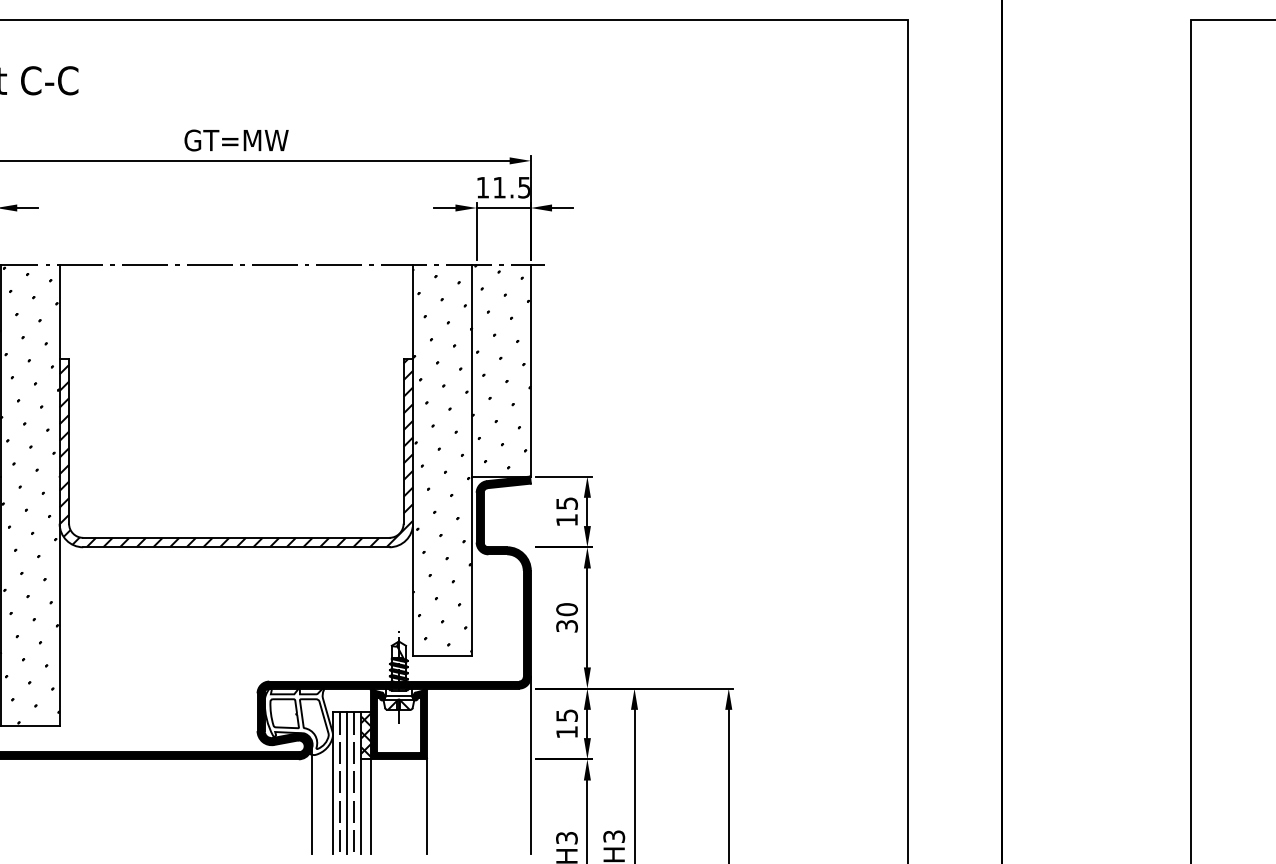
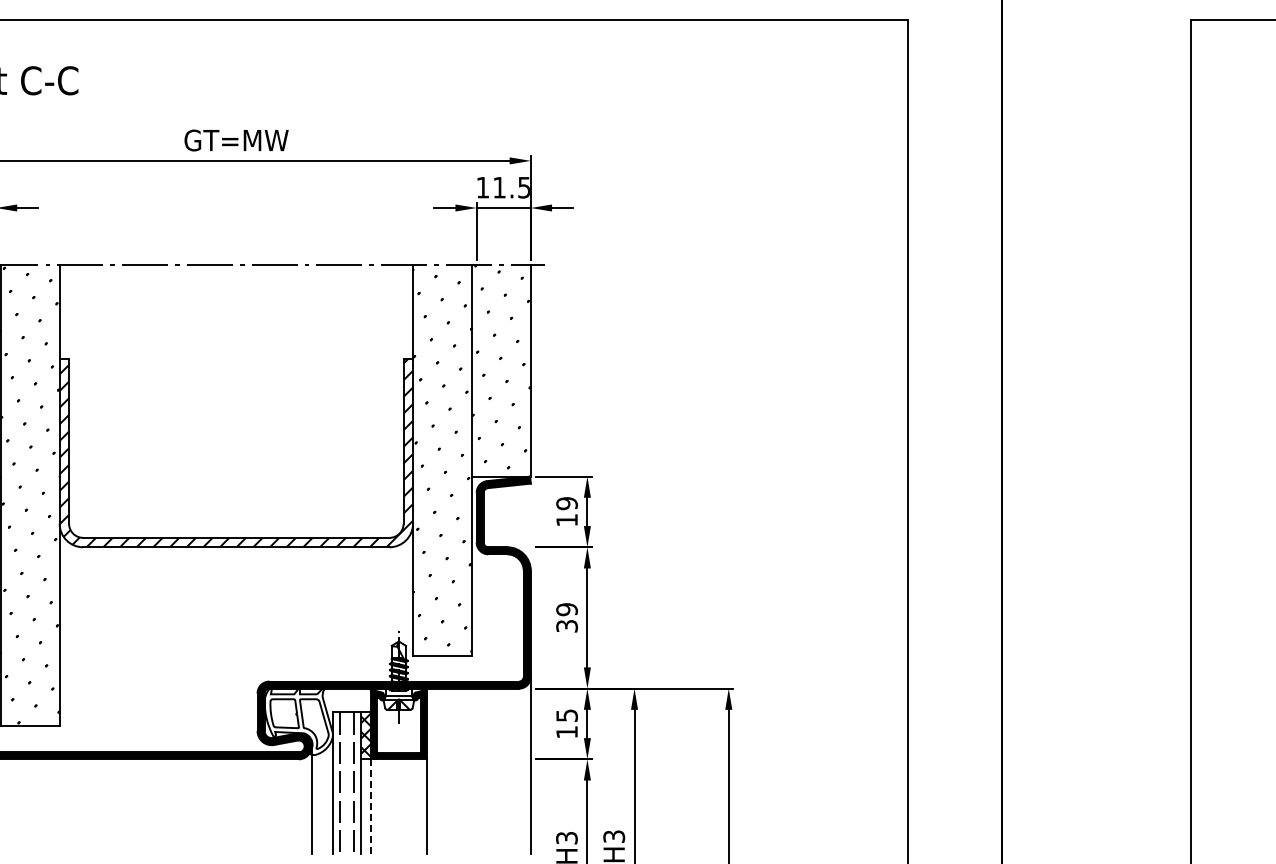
text at (566, 503): 15 -> 19
text at (566, 609): 30 -> 39
line at (347, 782): present -> none
line at (370, 806): solid -> dashed
